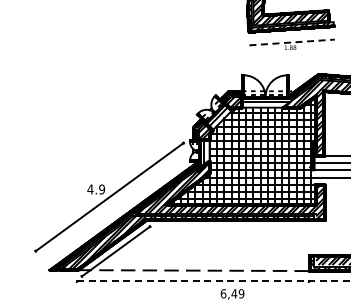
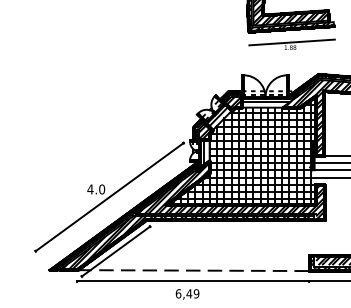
line at (292, 42): dashed -> solid
text at (101, 189): 4.9 -> 4.0
line at (214, 281): dashed -> solid
text at (232, 294) position: (232, 294) -> (187, 294)
